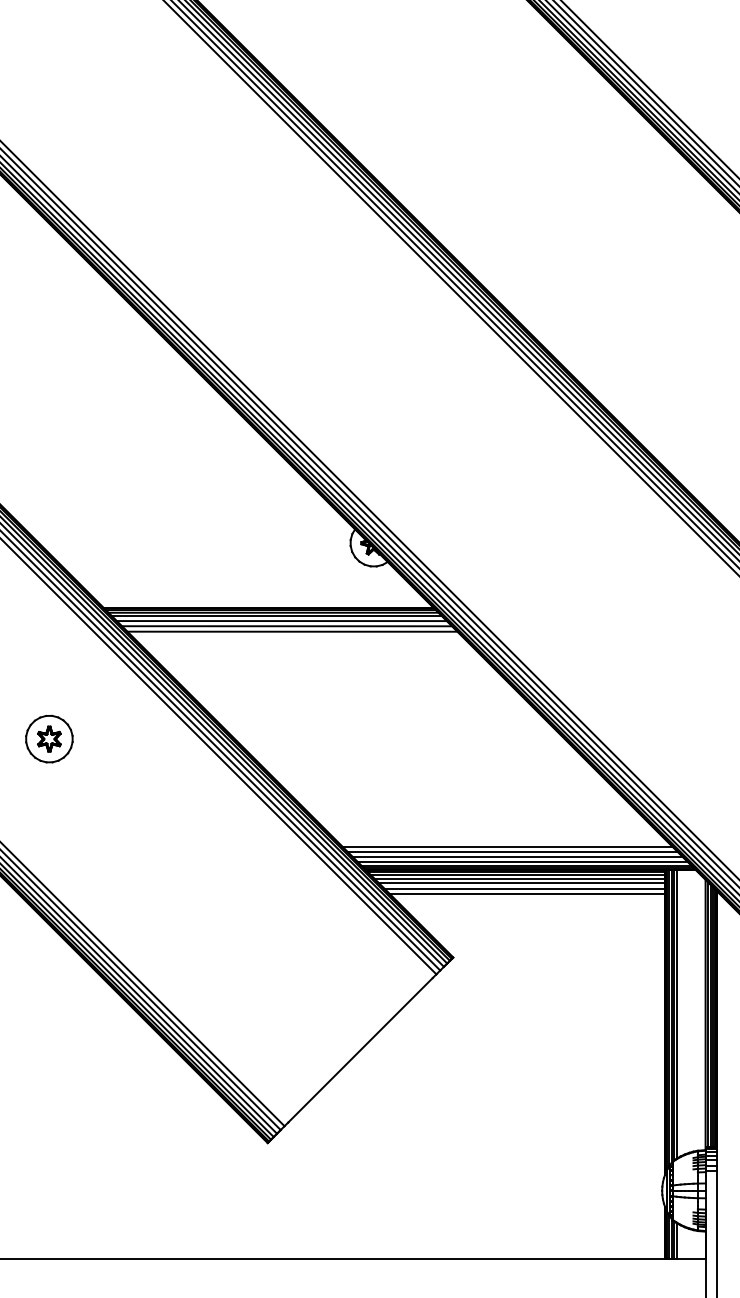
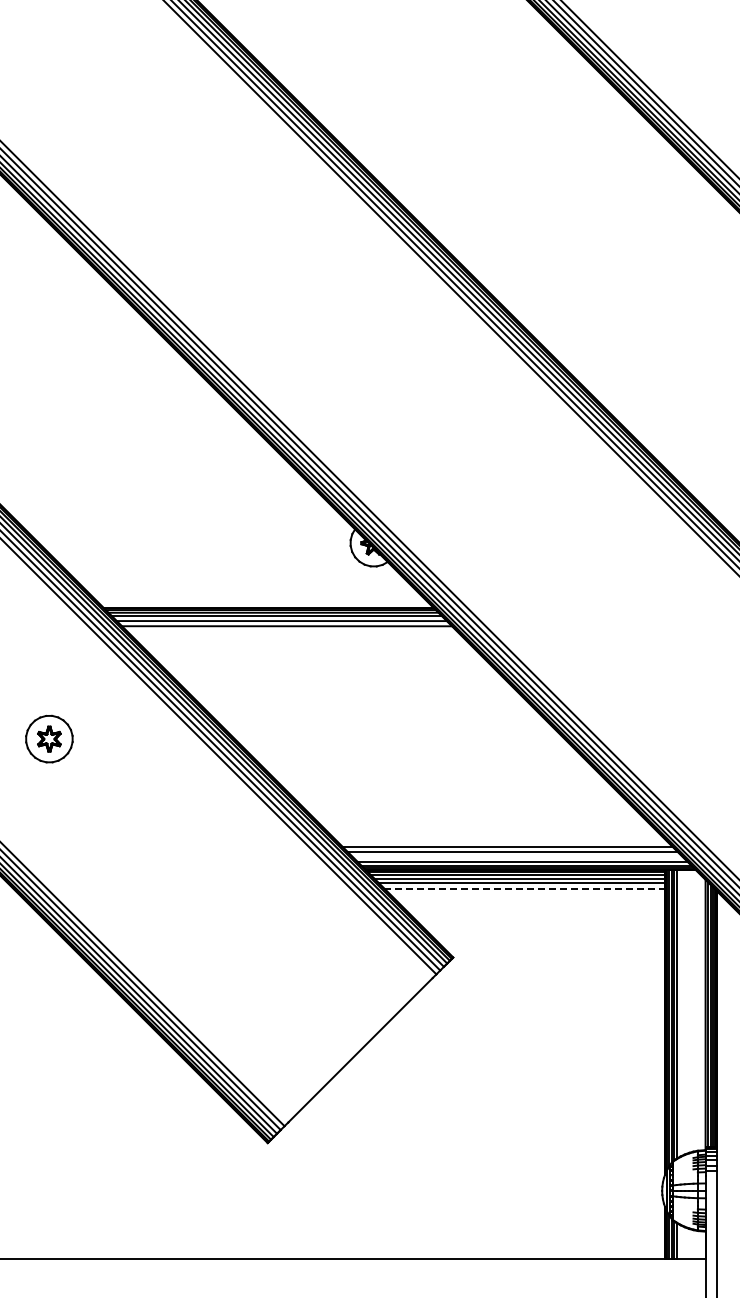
line at (292, 631): present -> none
line at (517, 857): present -> none
line at (525, 888): solid -> dashed
line at (527, 893): present -> none
